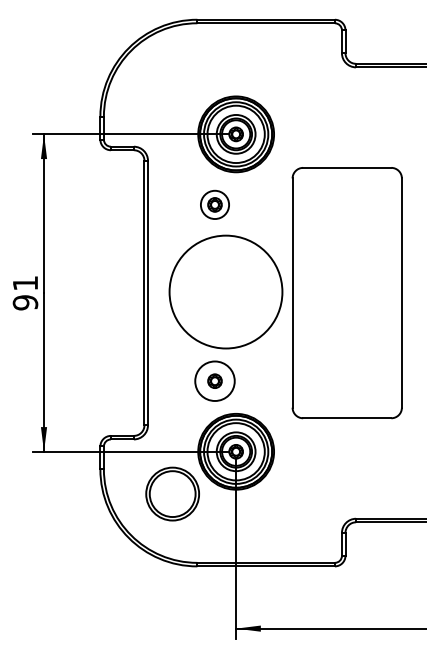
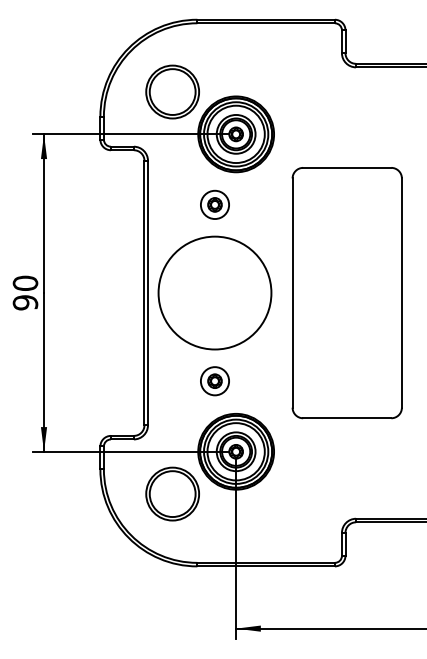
part at (172, 91): none -> present
text at (25, 282): 91 -> 90
circle at (225, 291) position: (225, 291) -> (214, 292)
circle at (214, 380) diameter: 39 px -> 28 px
